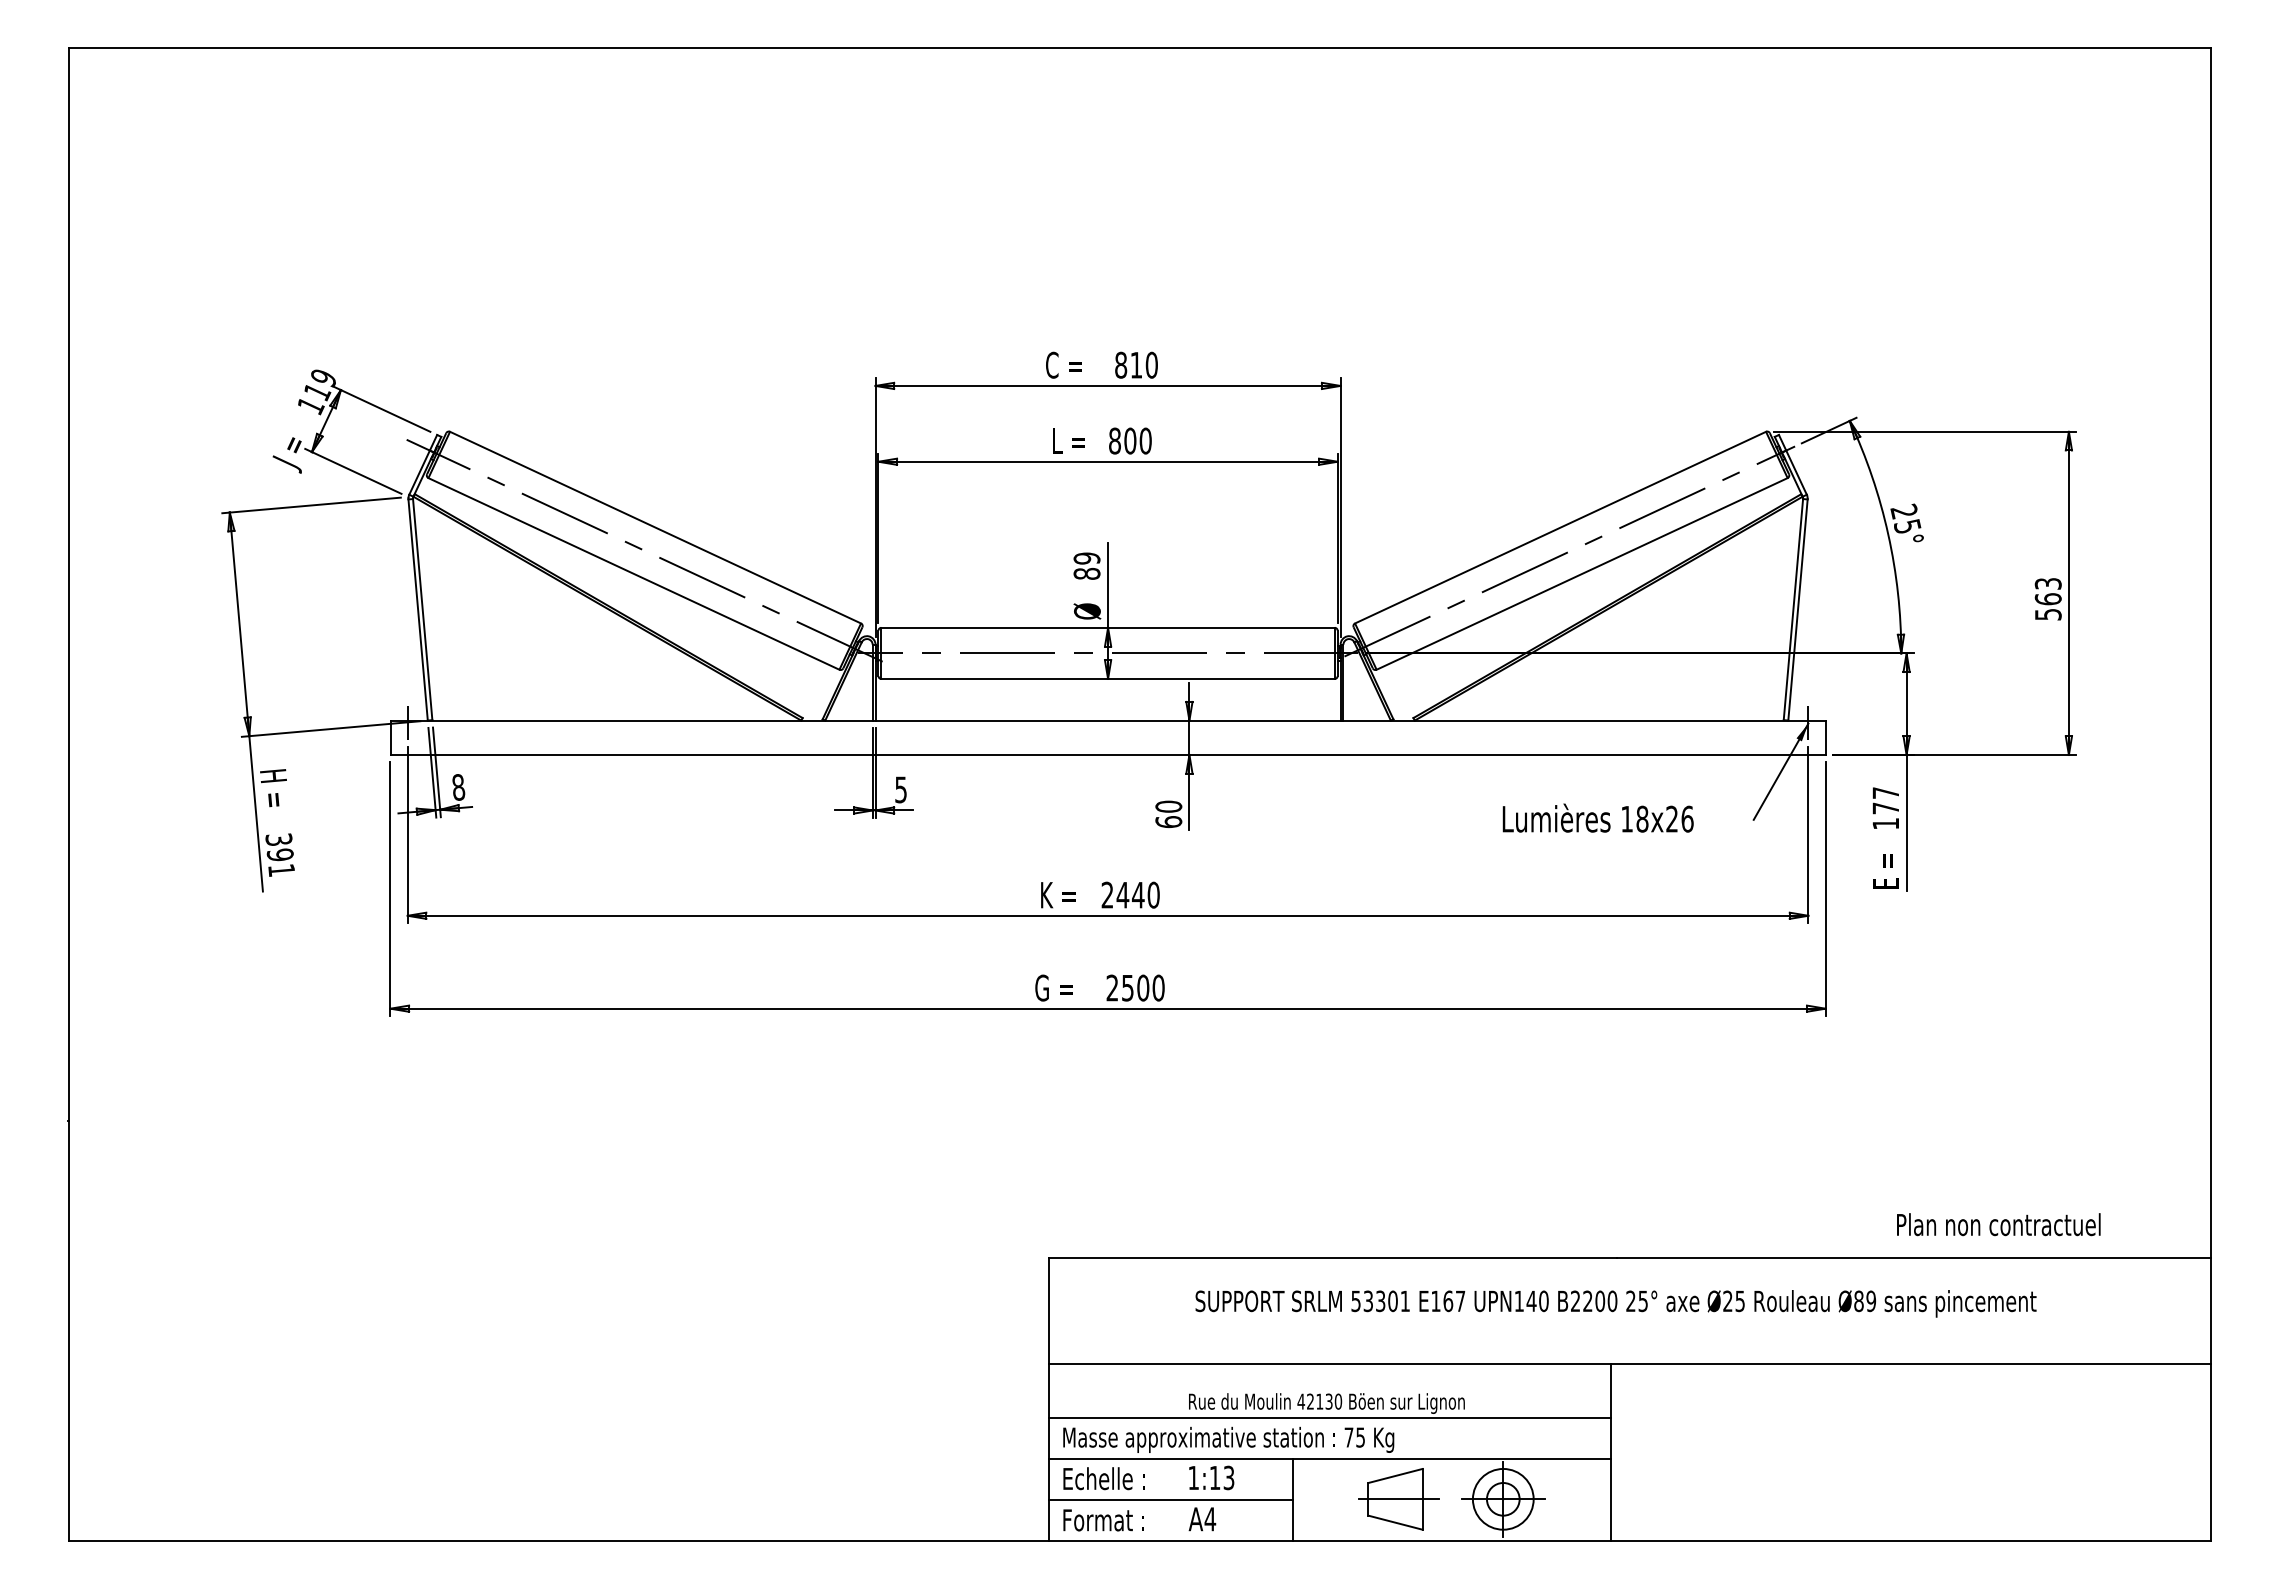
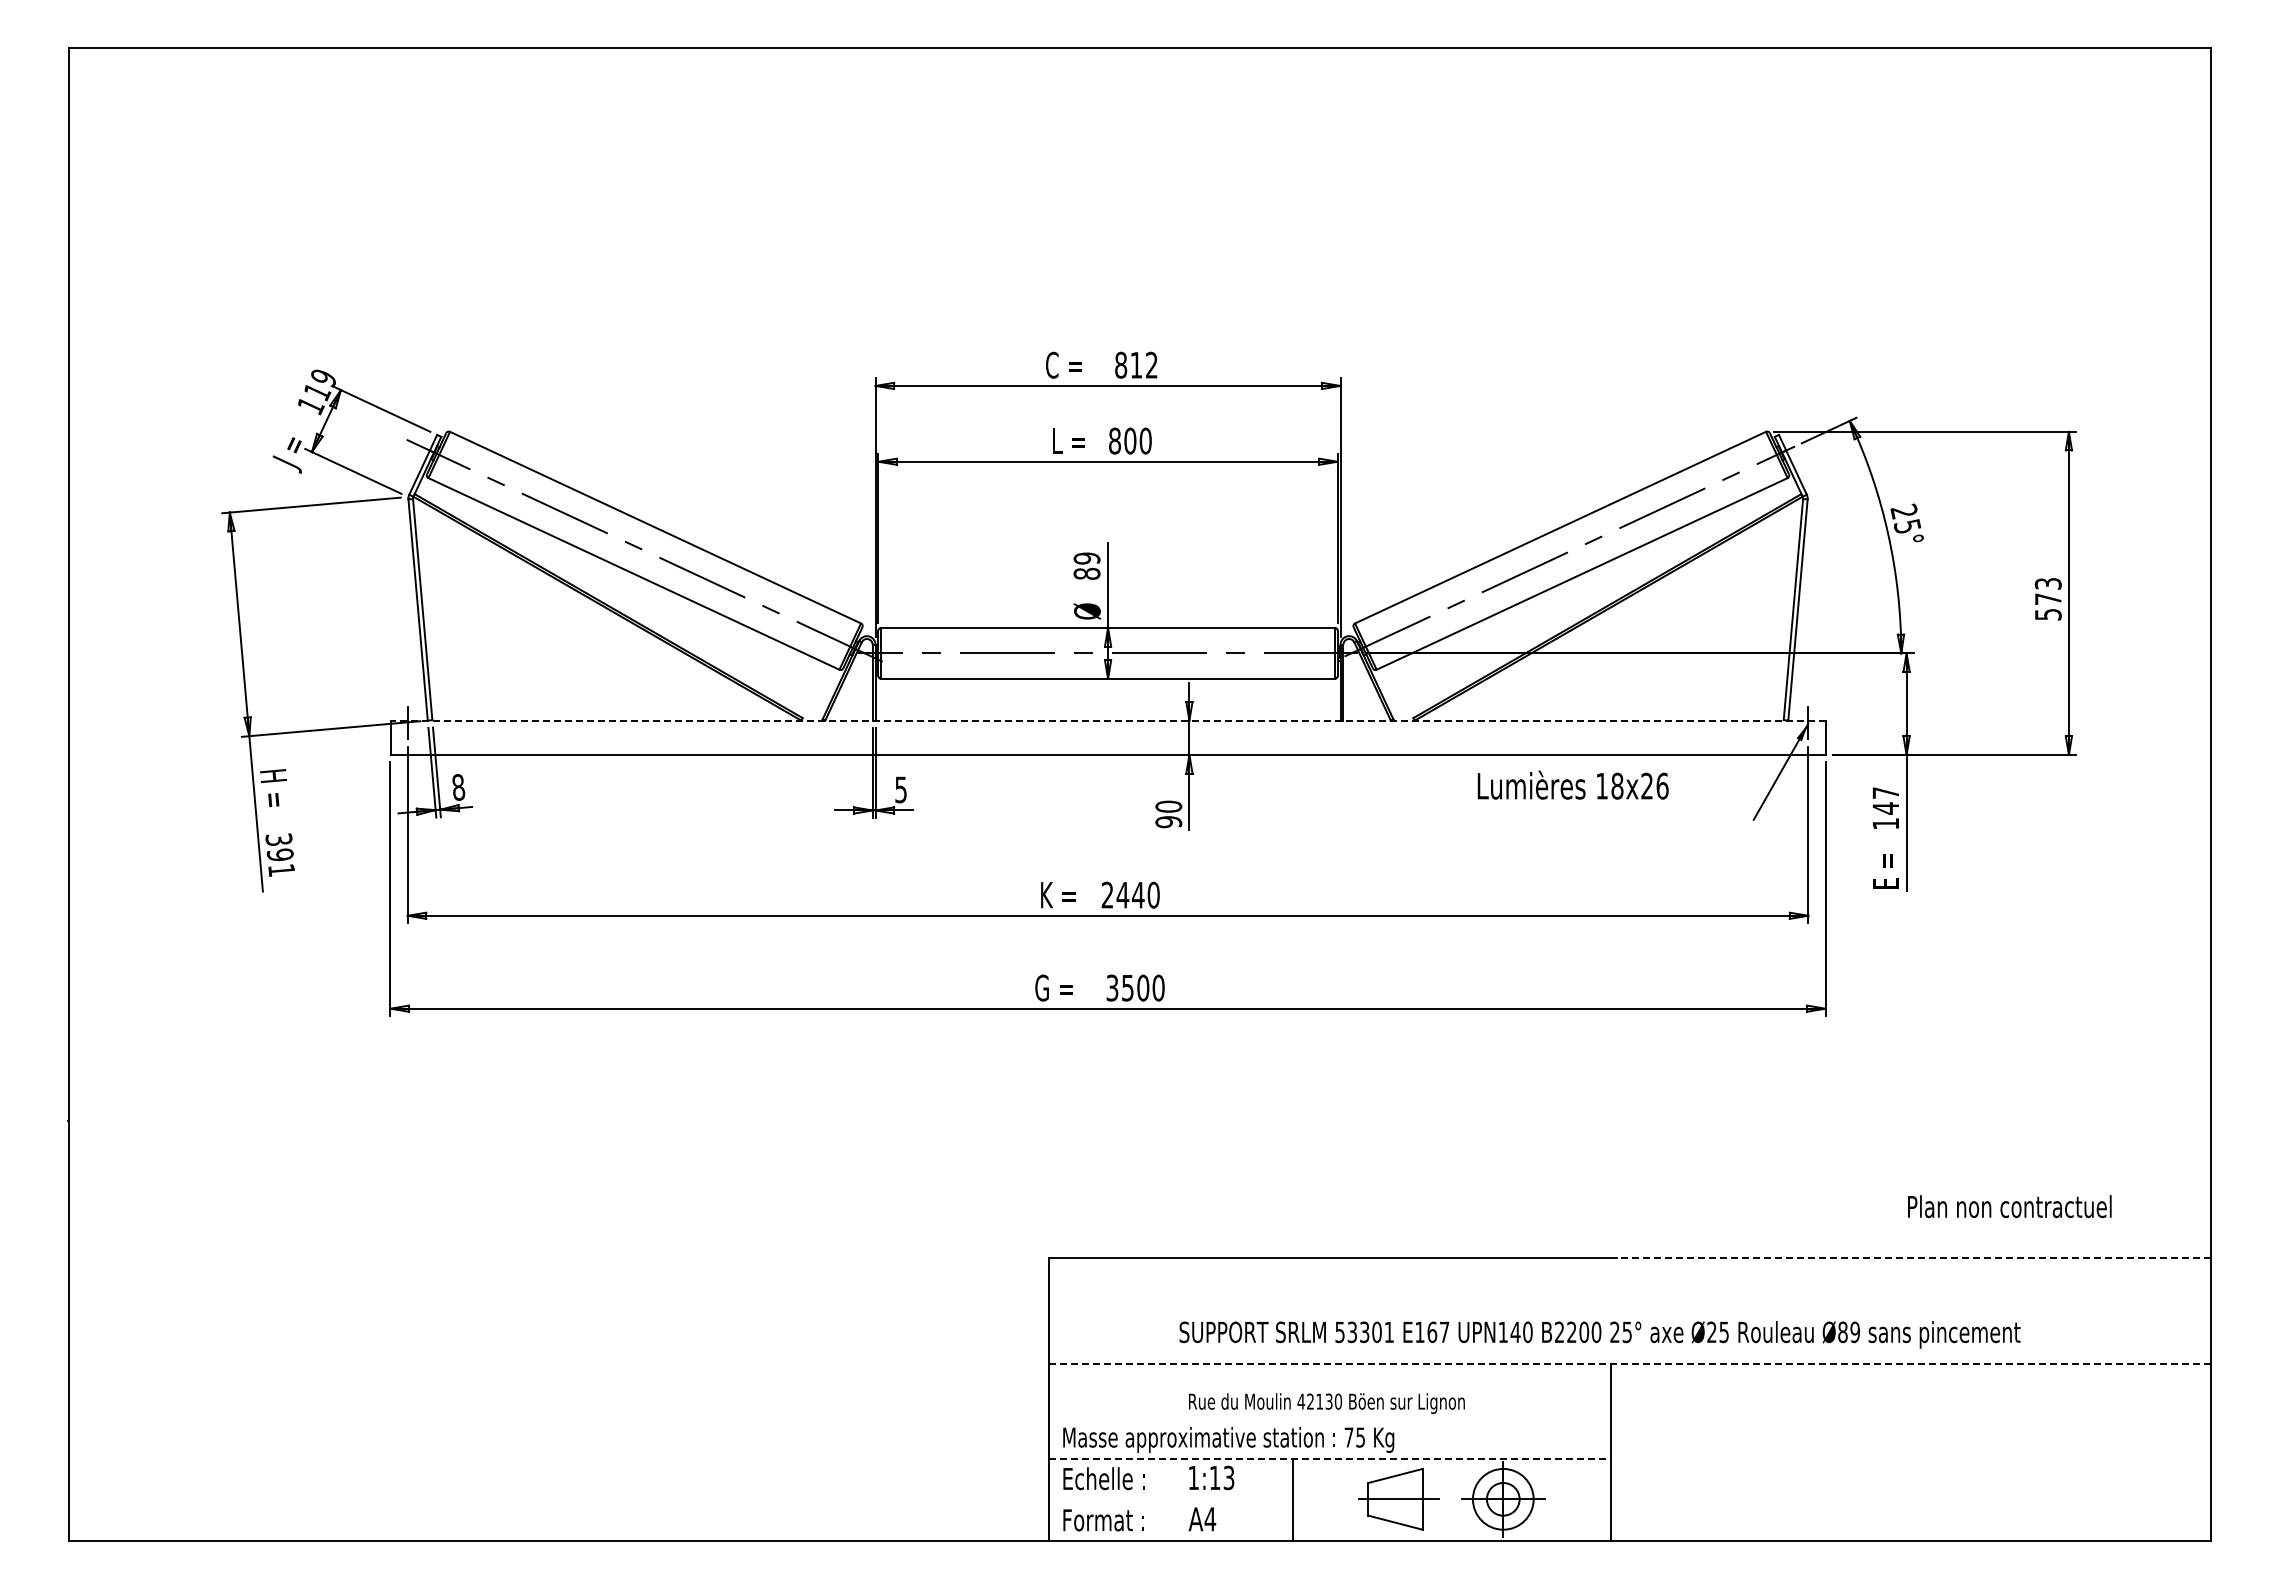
text at (1151, 364): 810 -> 812
text at (2047, 599): 563 -> 573
line at (1108, 720): solid -> dashed
text at (1885, 808): 177 -> 147
text at (1597, 817) position: (1597, 817) -> (1572, 784)
text at (1168, 822): 60 -> 90
text at (1112, 987): 2500 -> 3500
text at (1998, 1224) position: (1998, 1224) -> (2009, 1206)
line at (1913, 1257): solid -> dashed
text at (1615, 1303) position: (1615, 1303) -> (1599, 1334)
line at (1629, 1363): solid -> dashed
line at (1330, 1418): present -> none
line at (1330, 1459): solid -> dashed
line at (1170, 1500): present -> none
